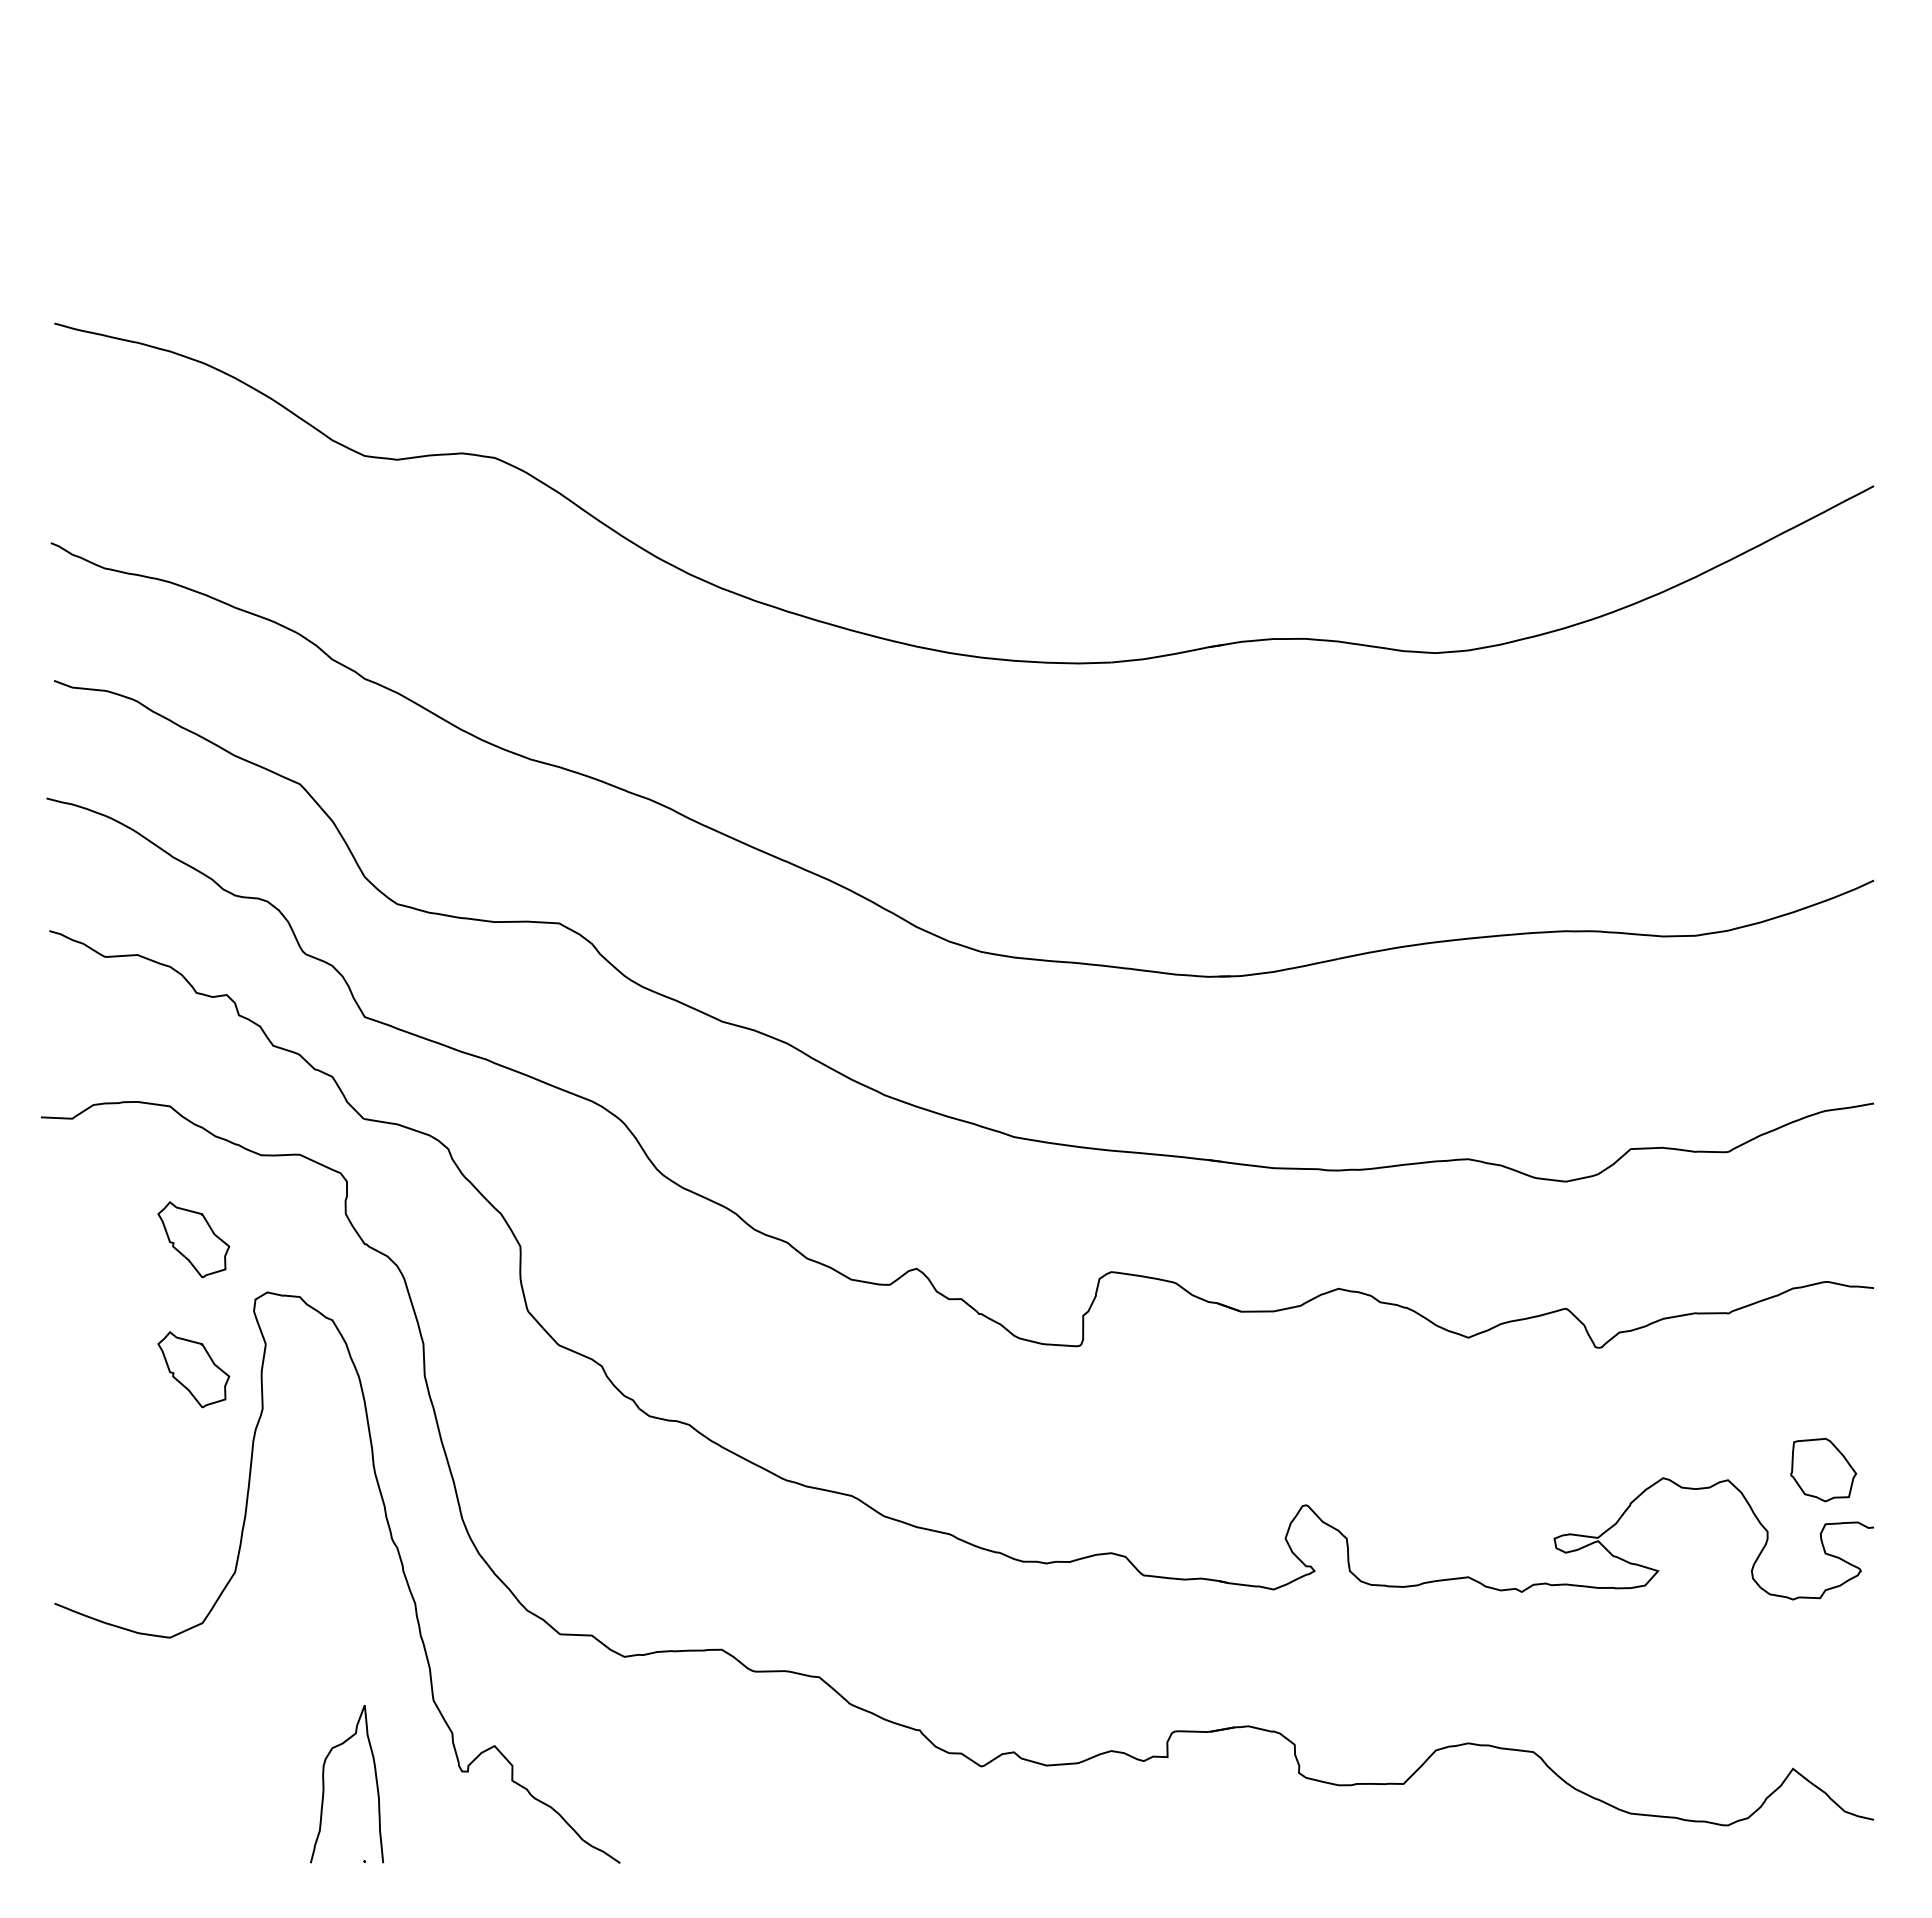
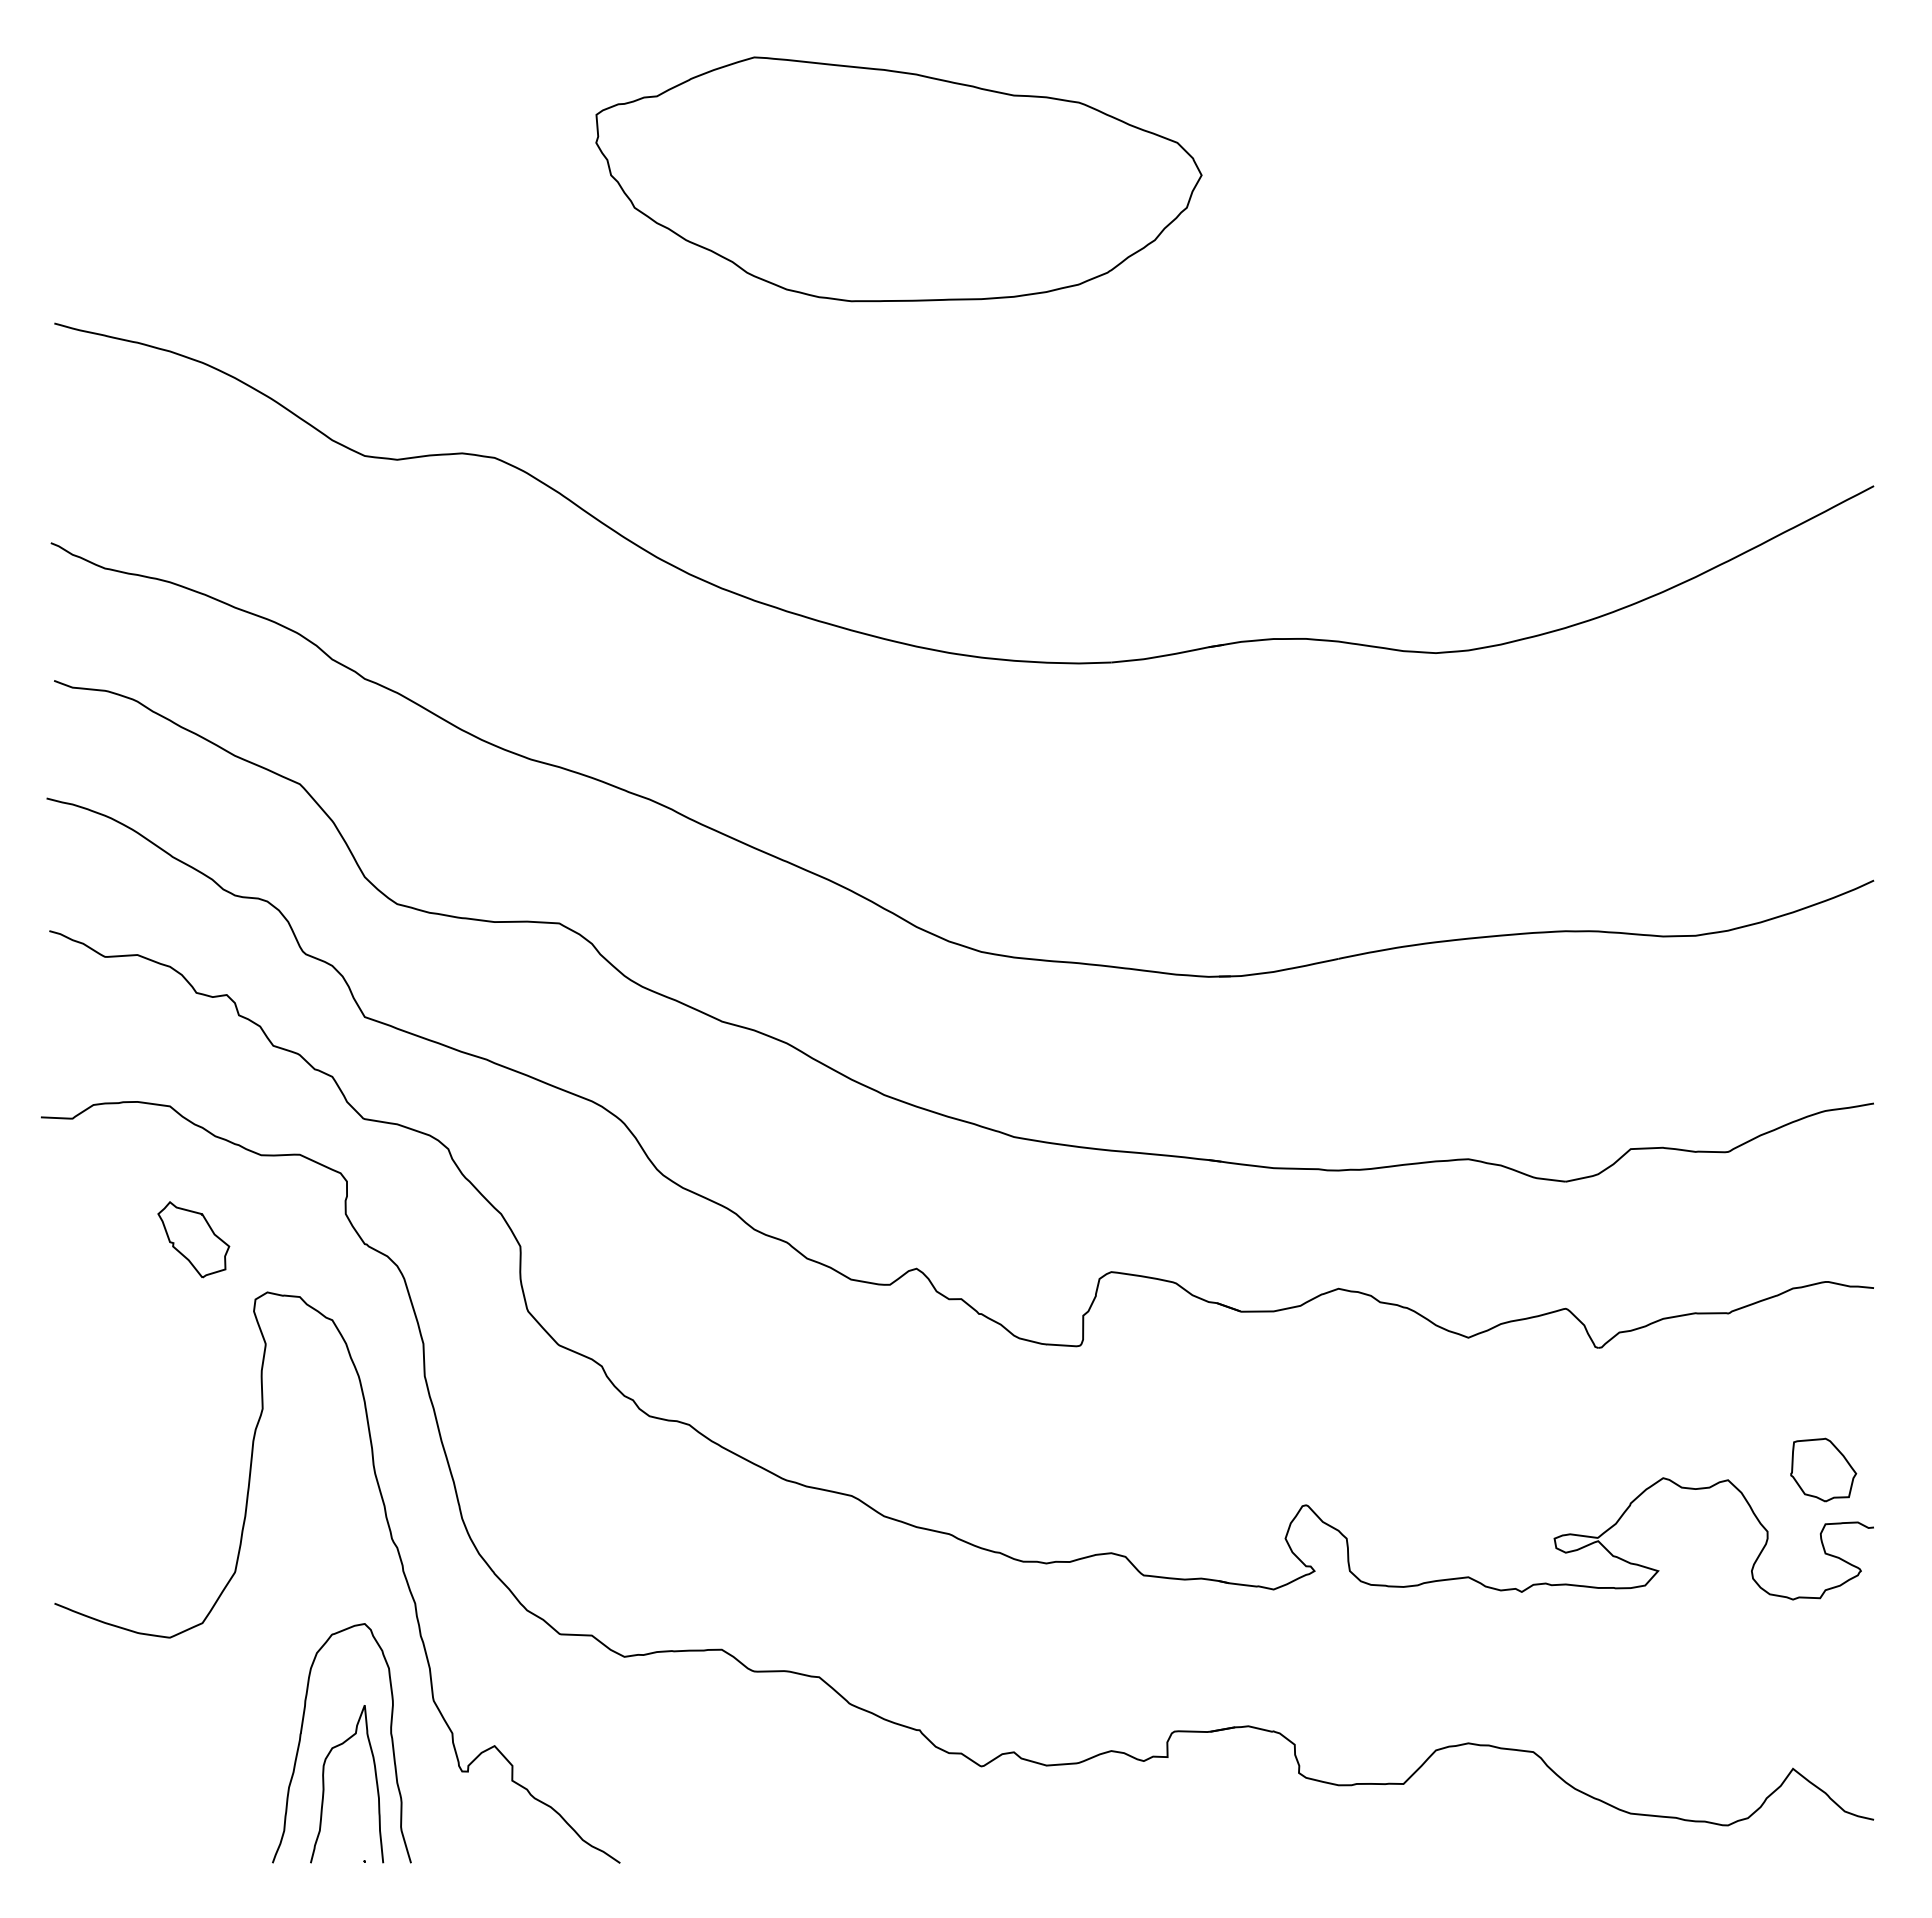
part at (898, 179): none -> present
part at (193, 1369): present -> none
curve at (301, 1737): none -> present
